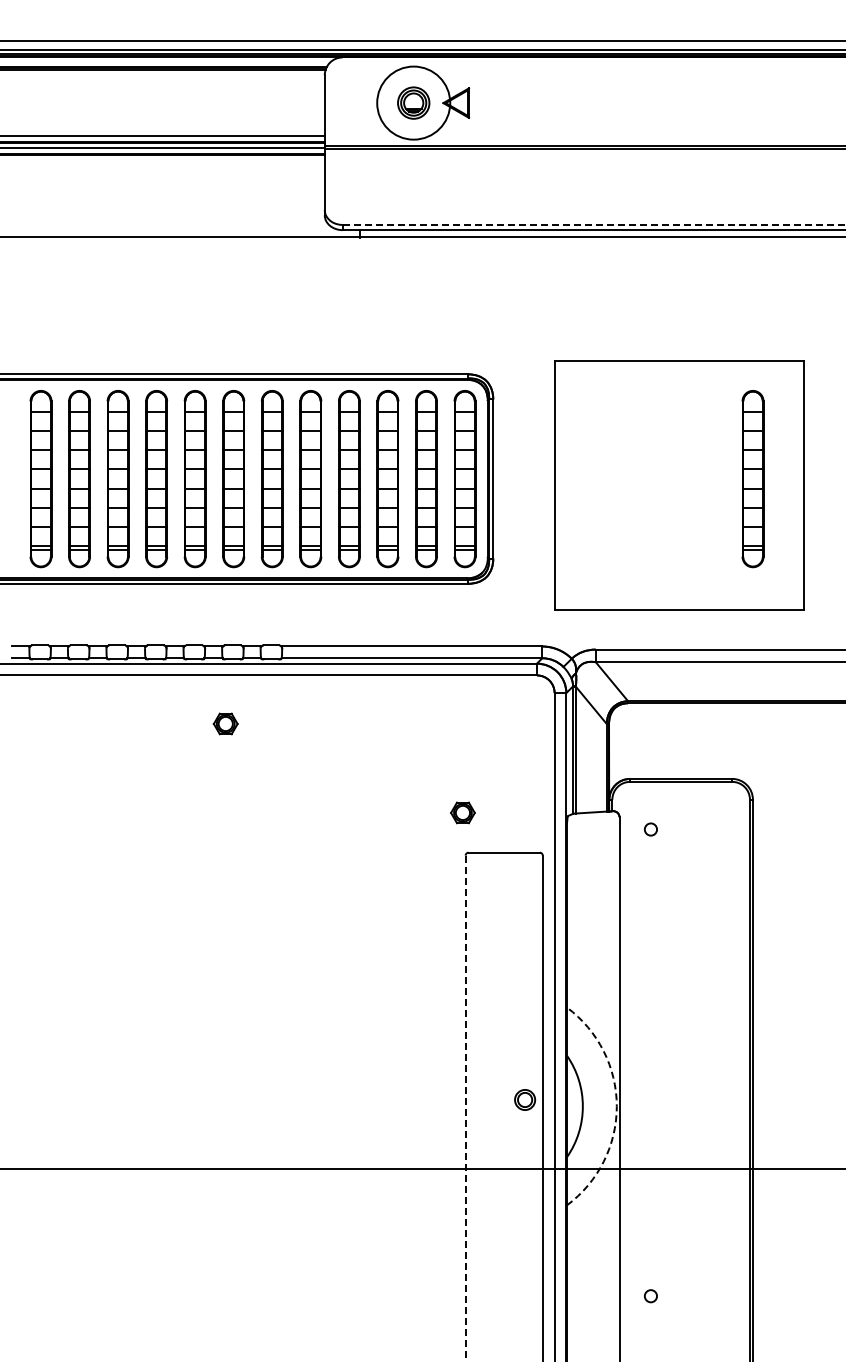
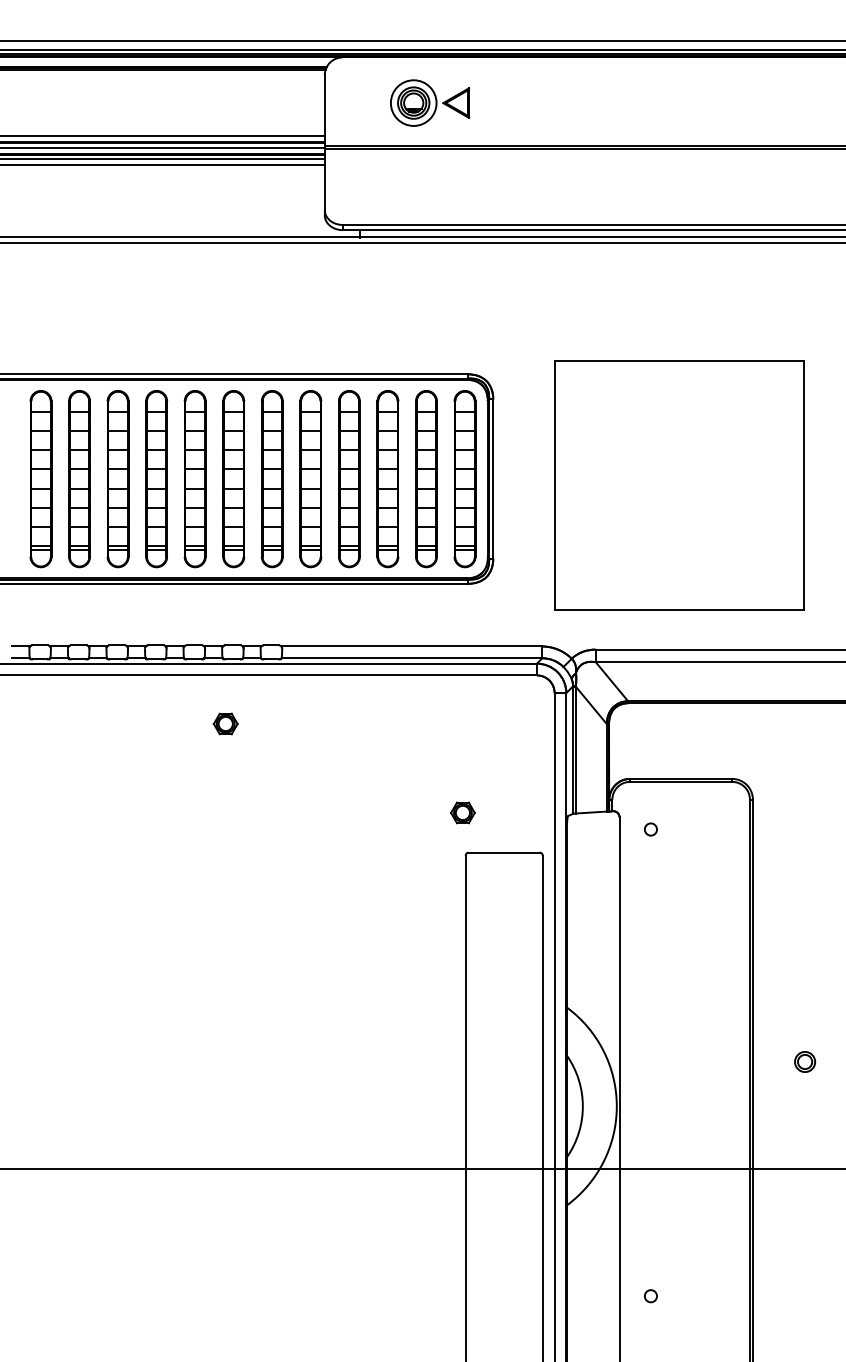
circle at (413, 102) diameter: 73 px -> 46 px
line at (163, 159): none -> present
line at (163, 164): none -> present
line at (594, 224): dashed -> solid
line at (422, 243): none -> present
part at (752, 479): present -> none
part at (525, 1099) position: (525, 1099) -> (805, 1061)
arc at (616, 1106): dashed -> solid
line at (465, 1108): dashed -> solid
